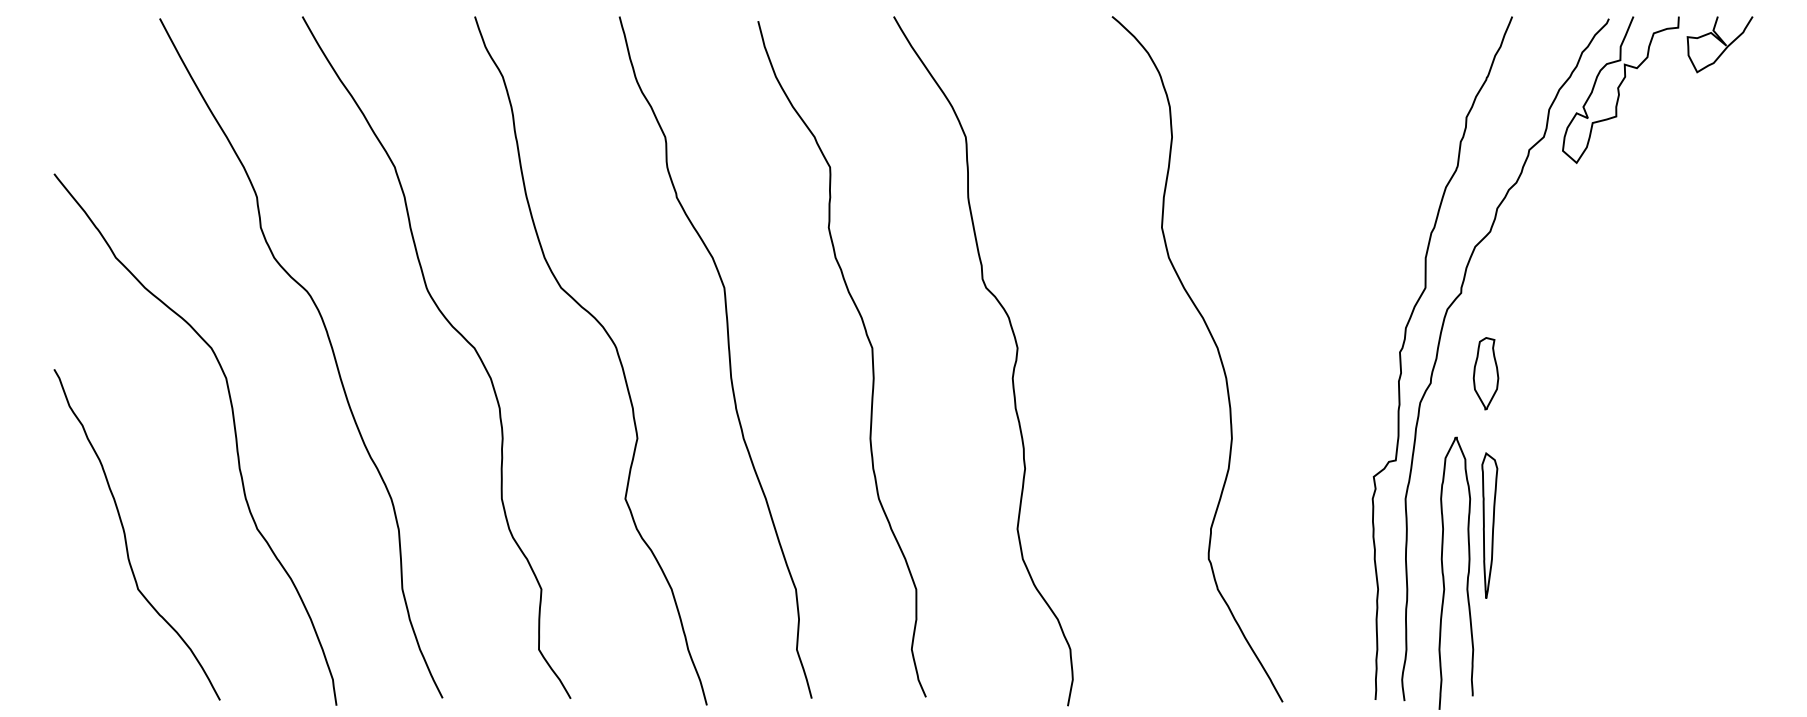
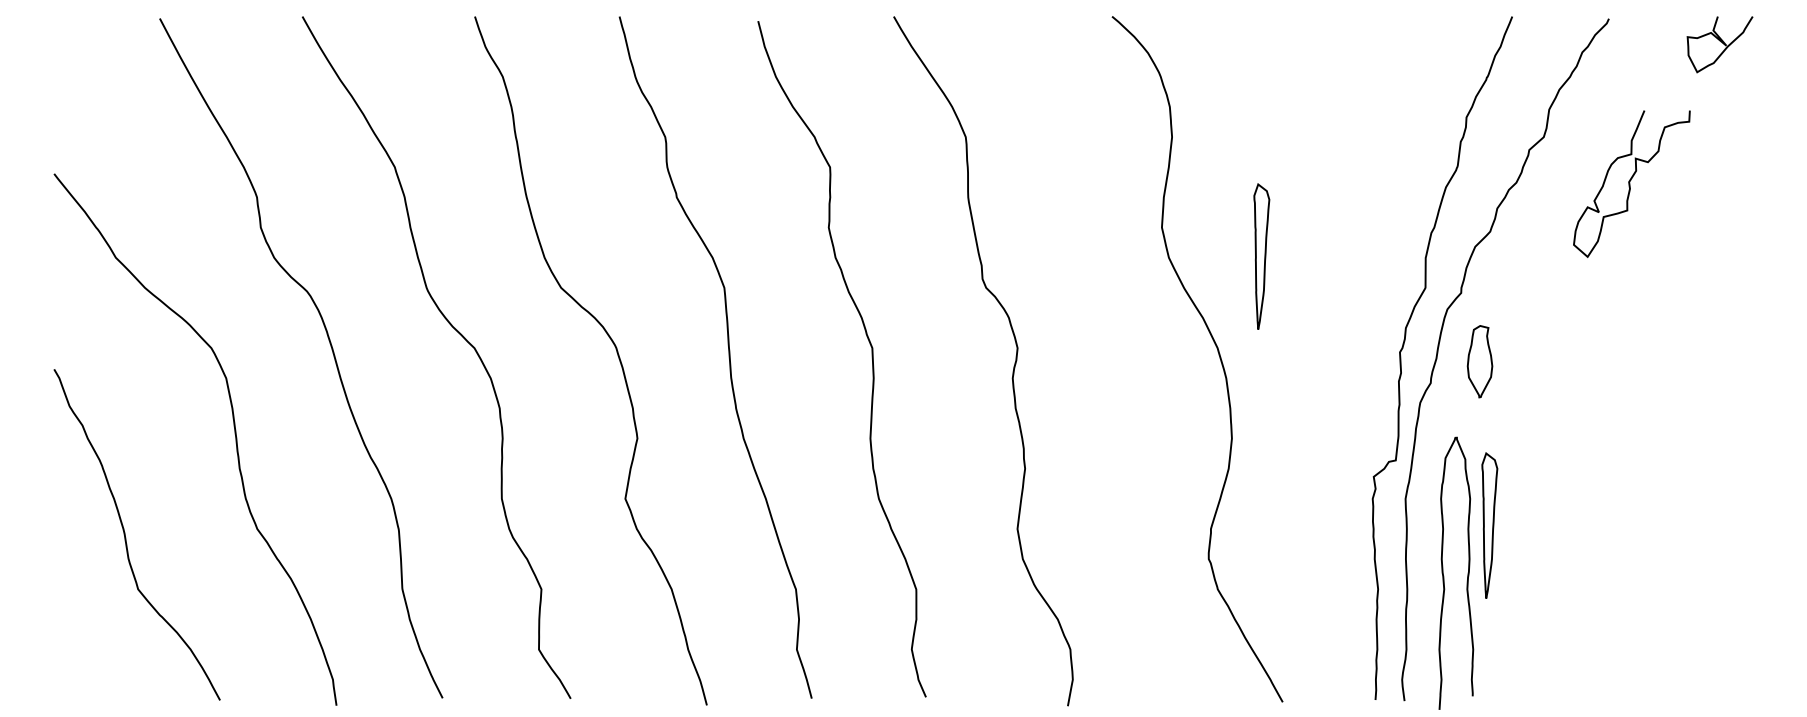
curve at (1619, 89) position: (1619, 89) -> (1630, 183)
part at (1261, 256): none -> present
part at (1485, 373) position: (1485, 373) -> (1479, 361)
